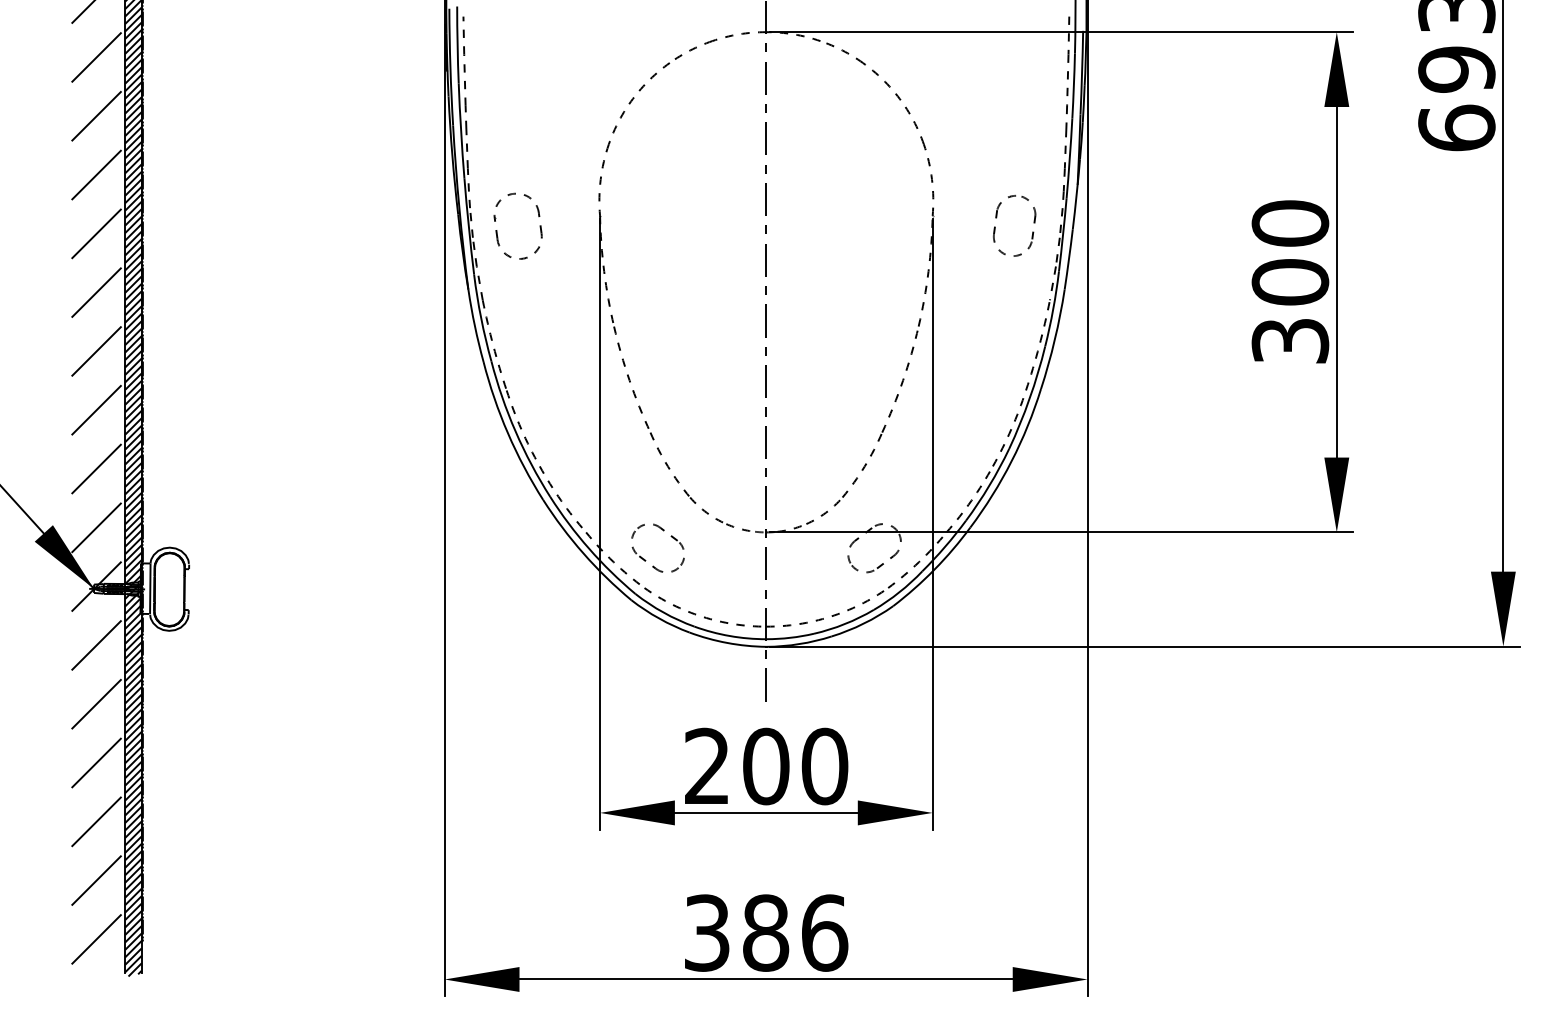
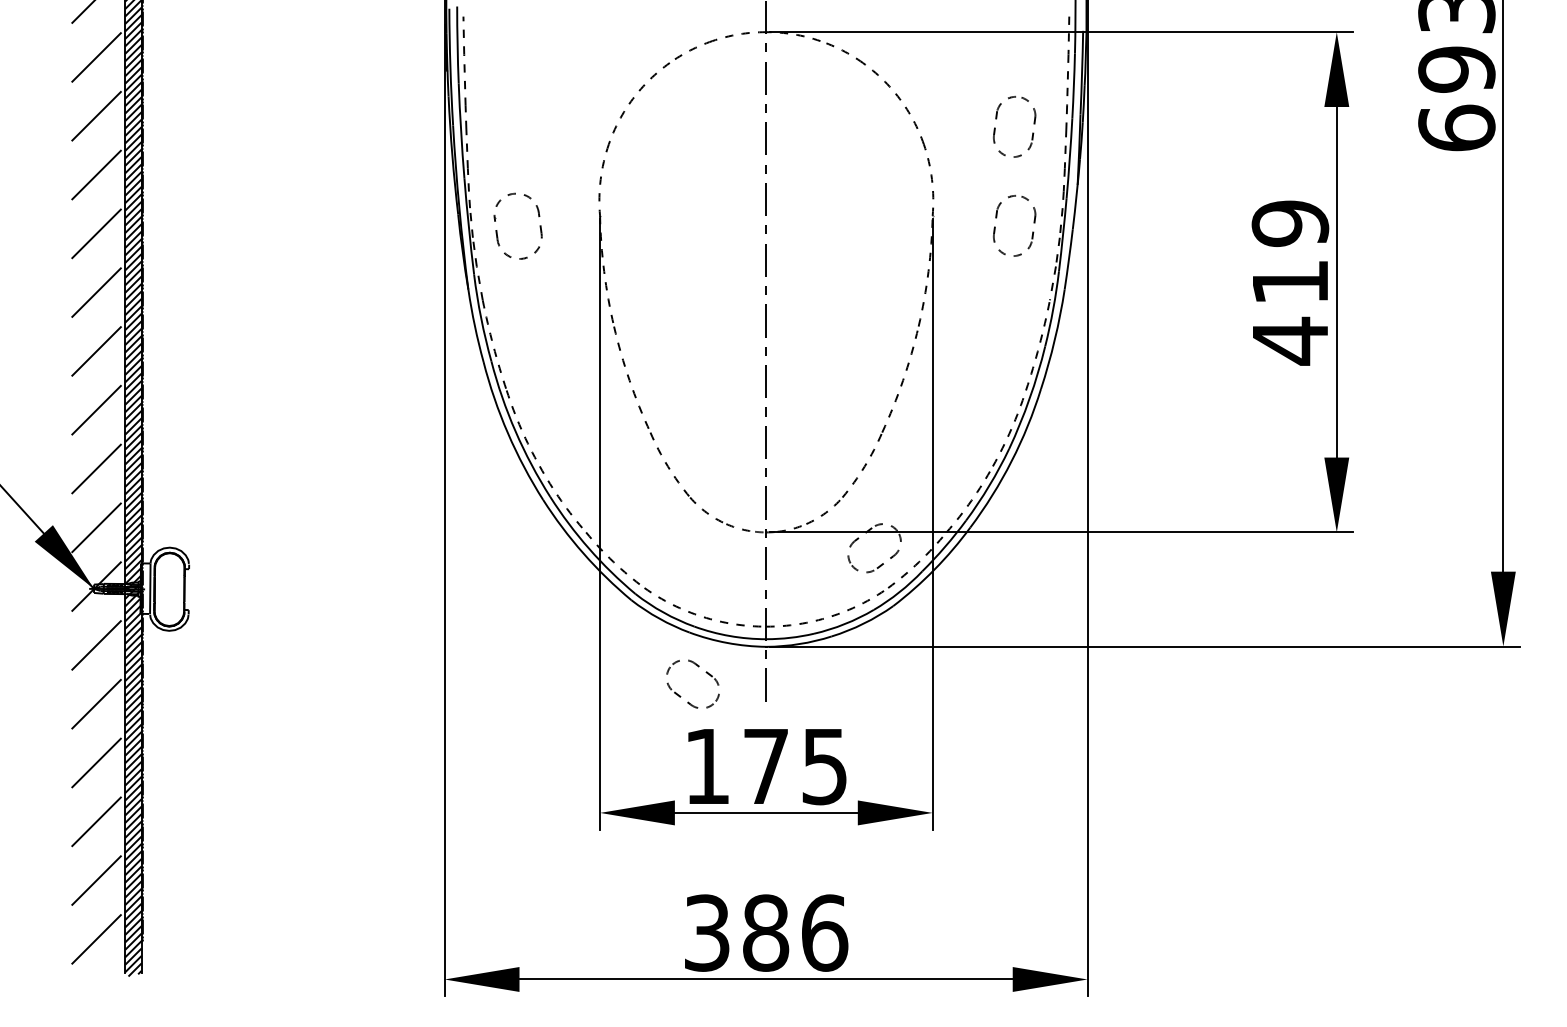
part at (997, 118): none -> present
text at (1290, 282): 300 -> 419
part at (645, 559) position: (645, 559) -> (680, 695)
text at (766, 766): 200 -> 175
